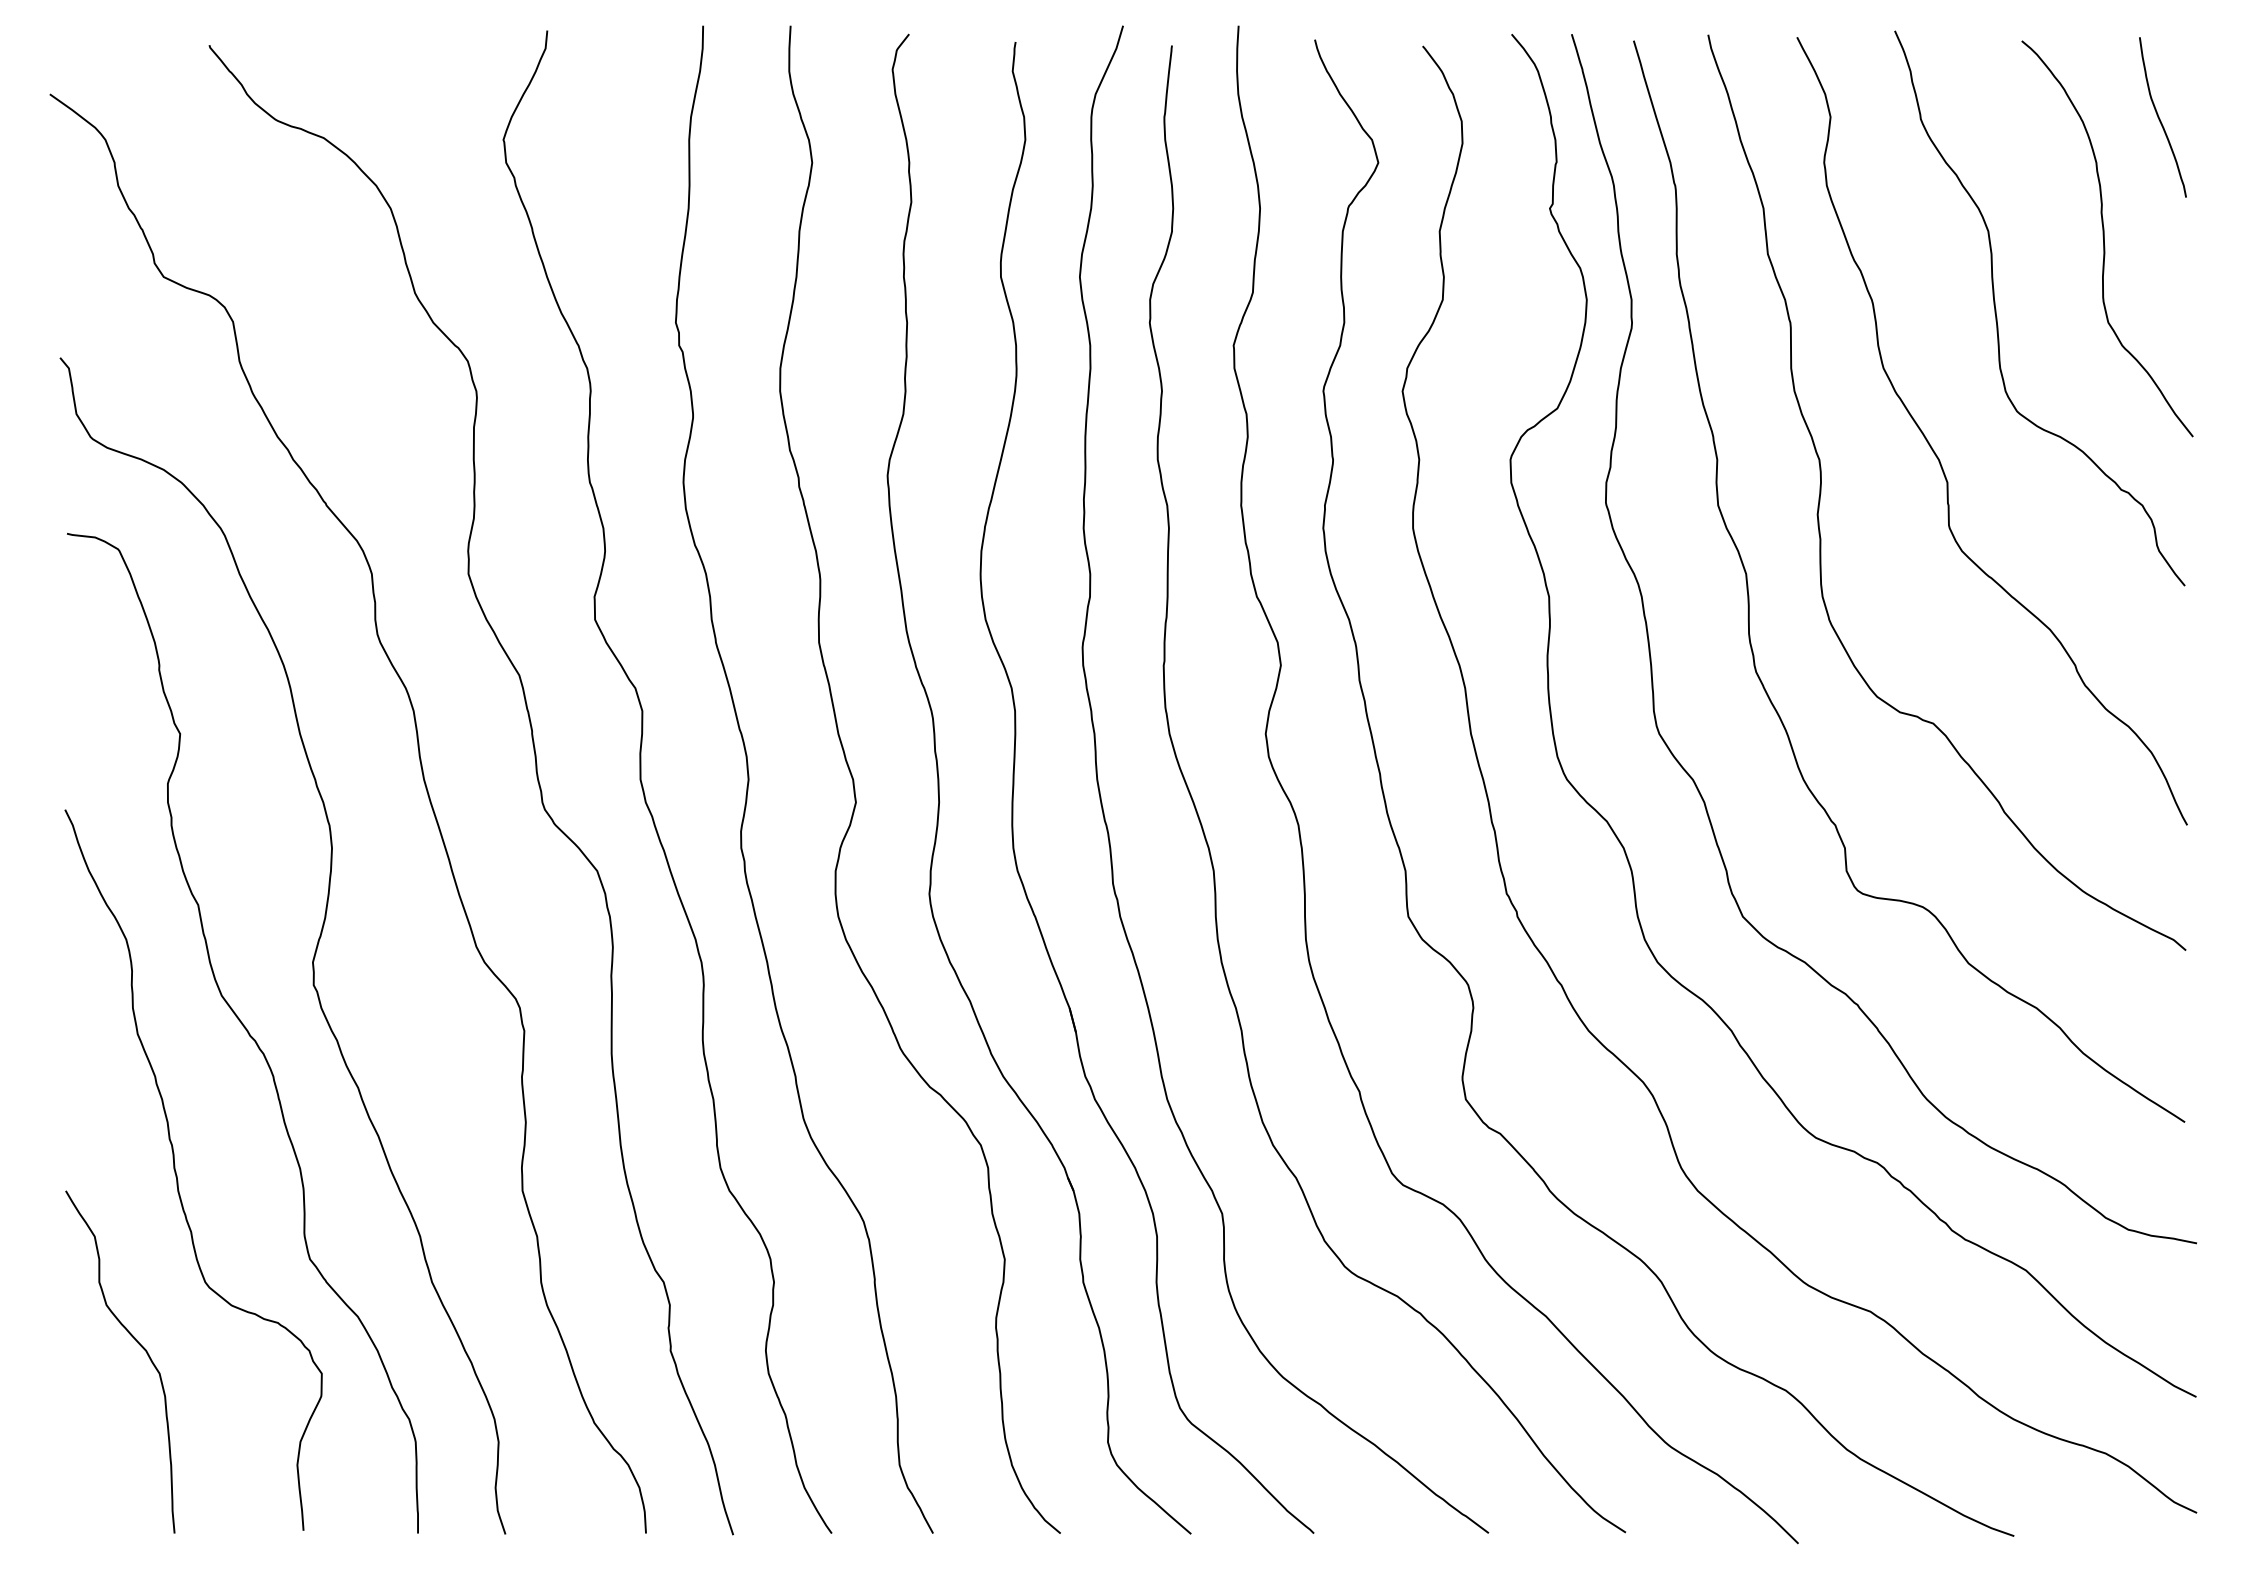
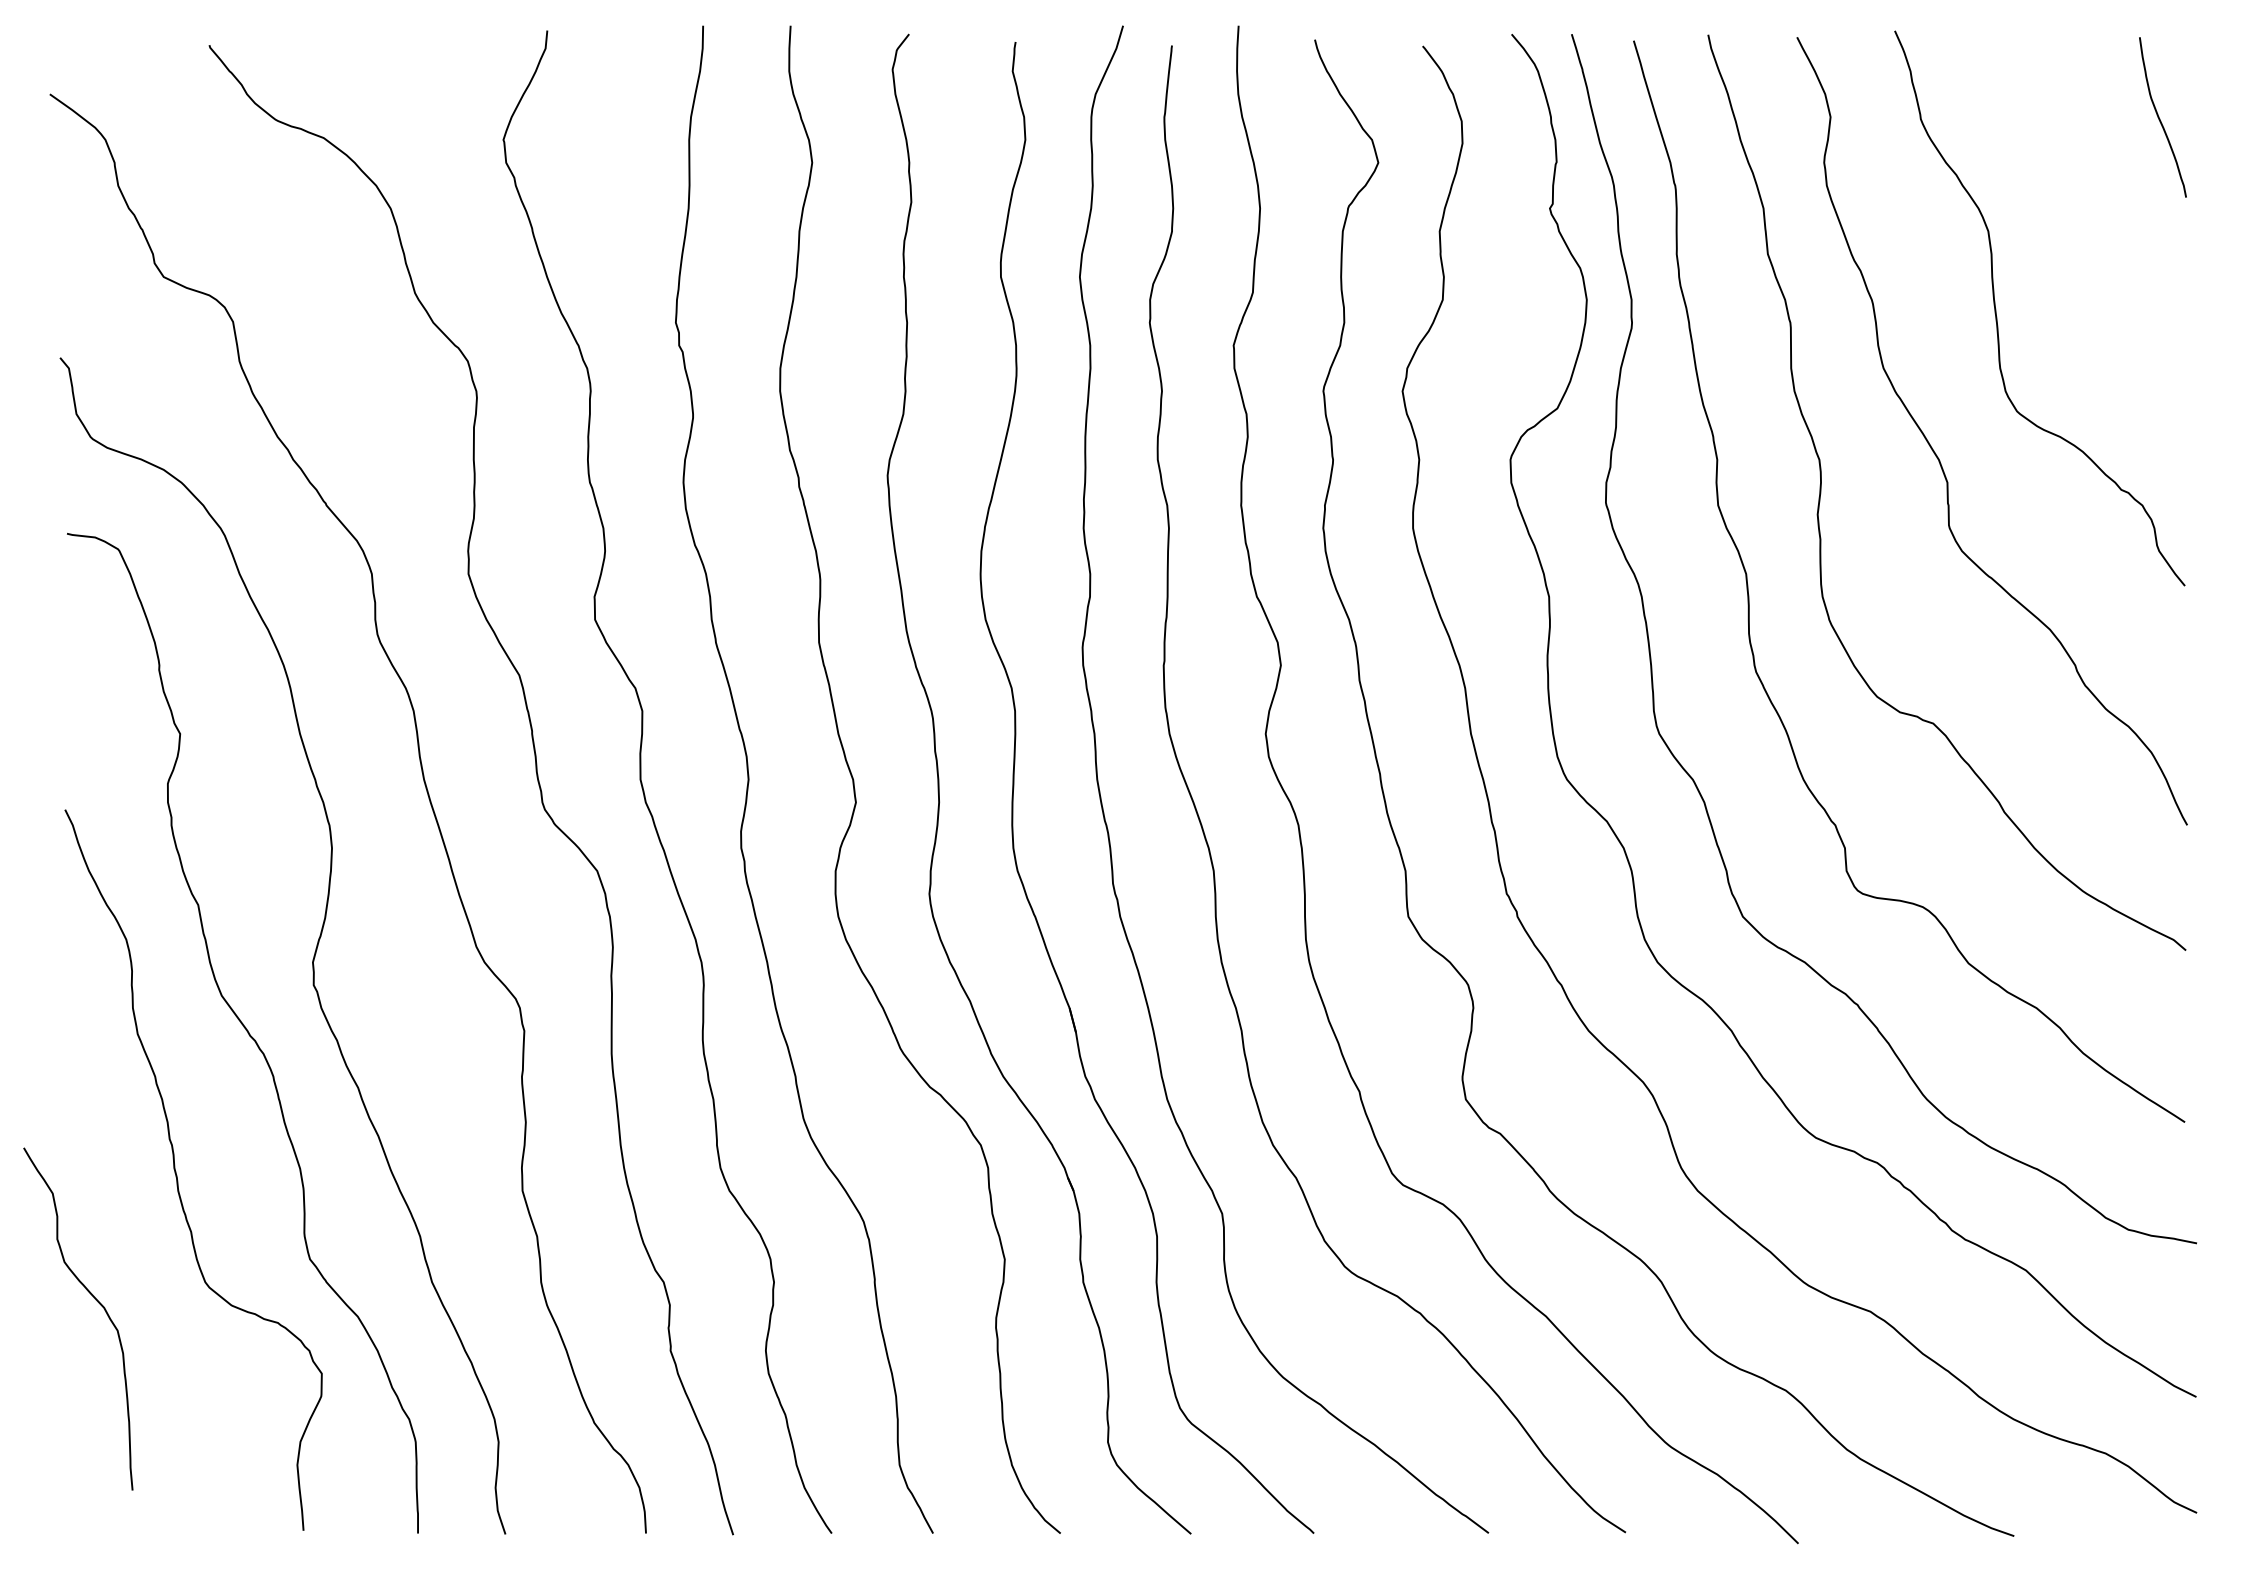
curve at (2104, 238): present -> none
curve at (138, 1344) position: (138, 1344) -> (96, 1301)
